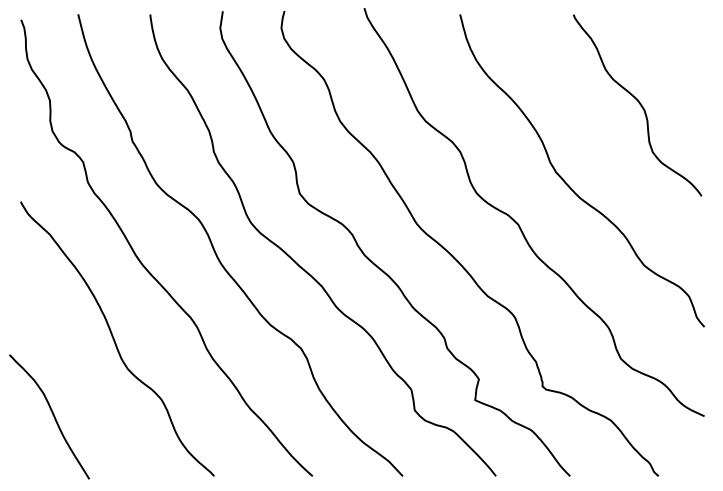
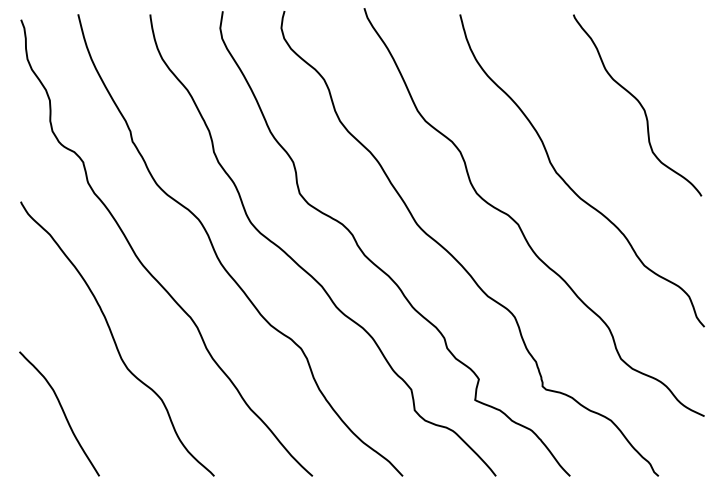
curve at (52, 415) position: (52, 415) -> (62, 412)
